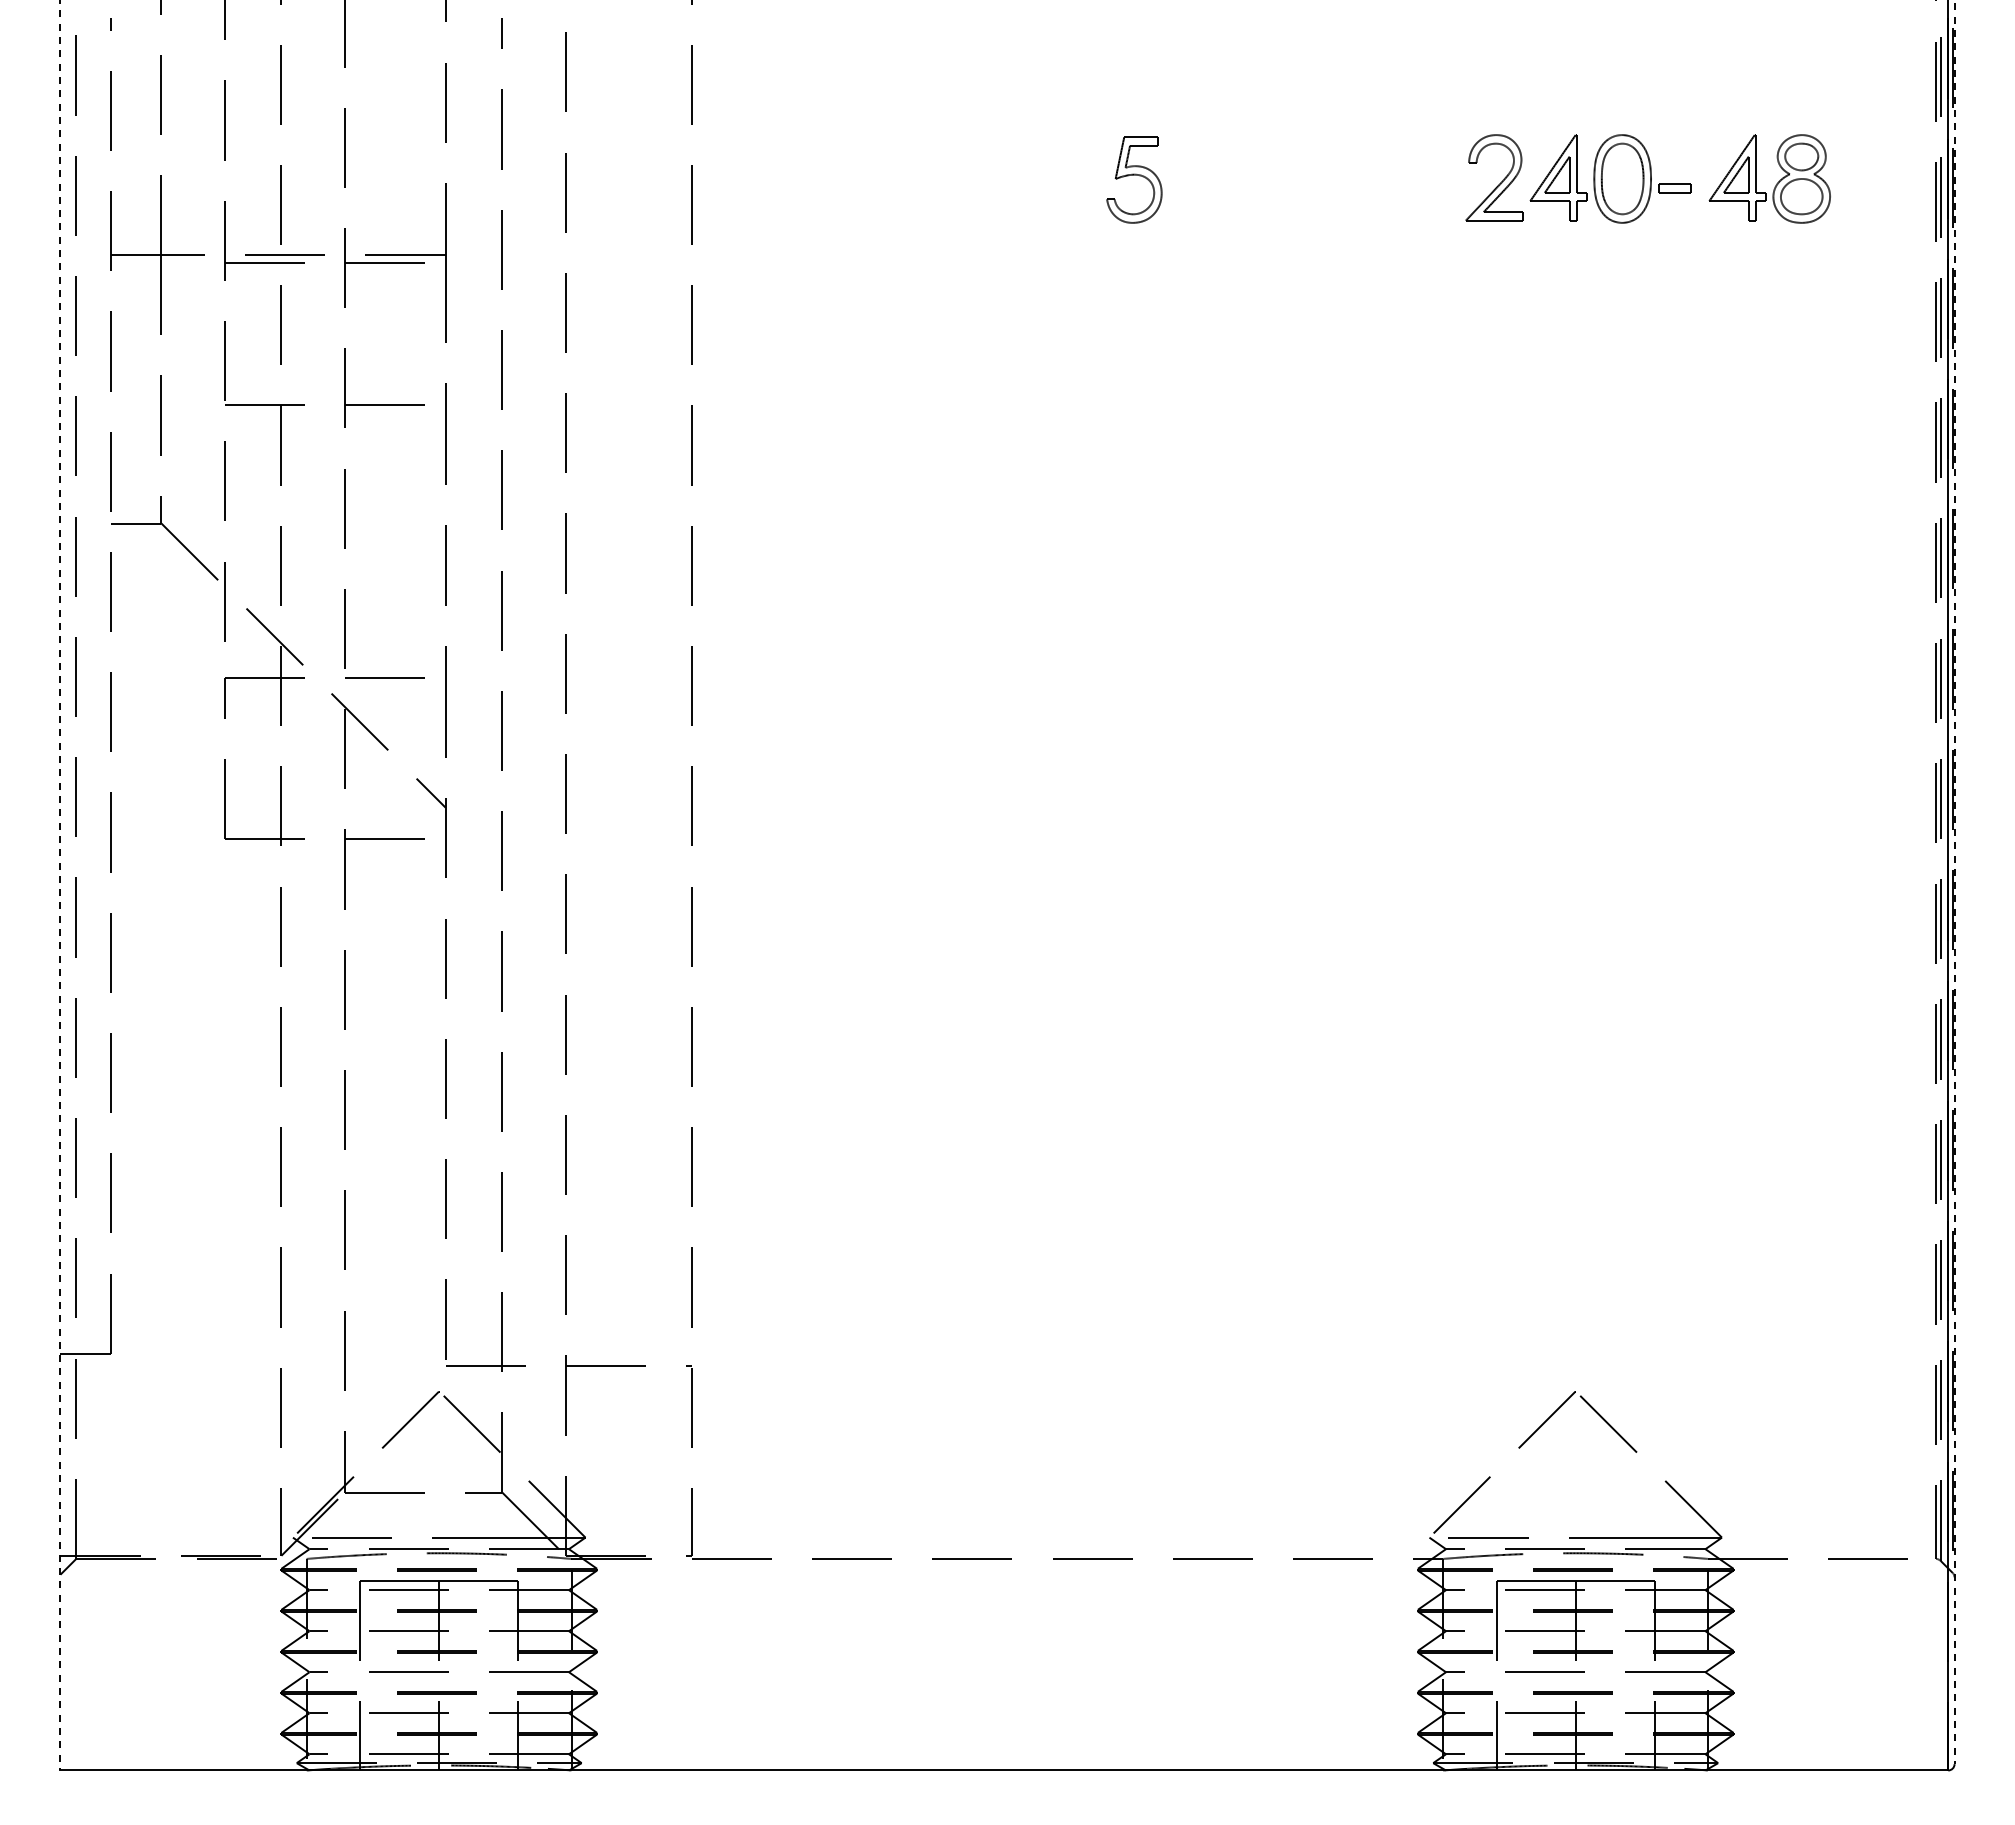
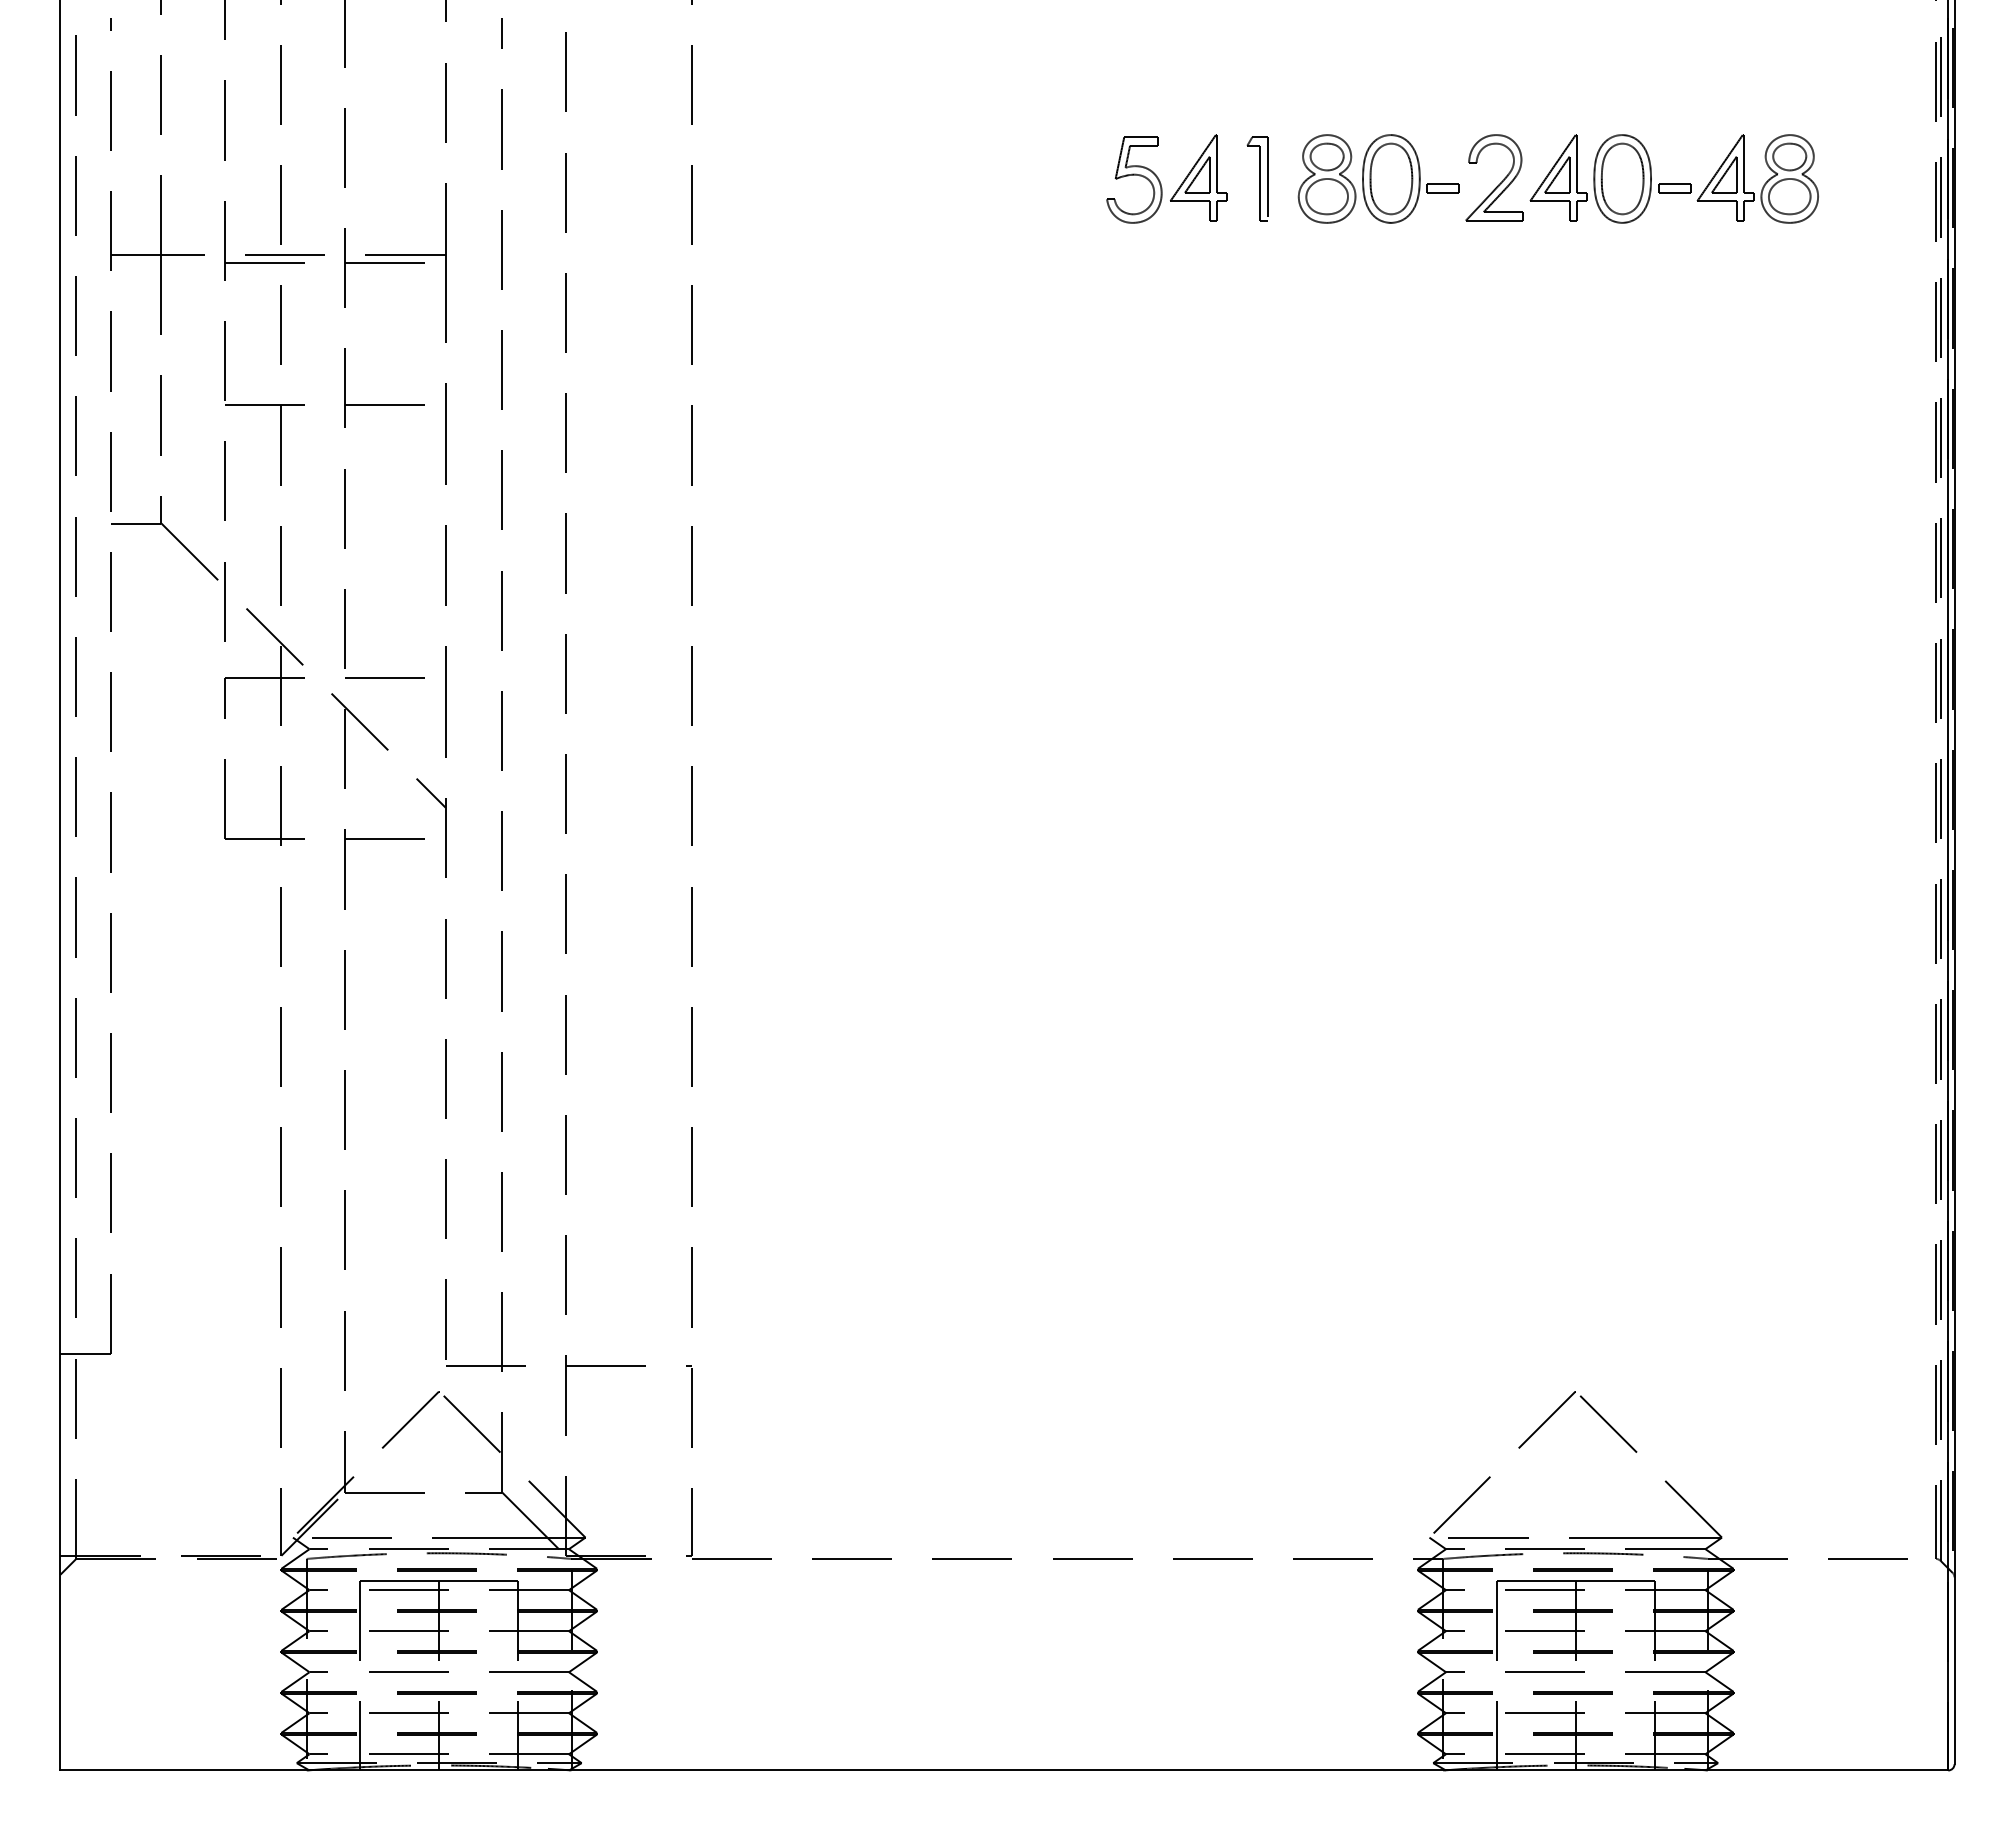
part at (1198, 177): none -> present
part at (1257, 178): none -> present
part at (1378, 178): none -> present
part at (1776, 183) position: (1776, 183) -> (1764, 183)
line at (1954, 882): dashed -> solid
line at (60, 885): dashed -> solid
